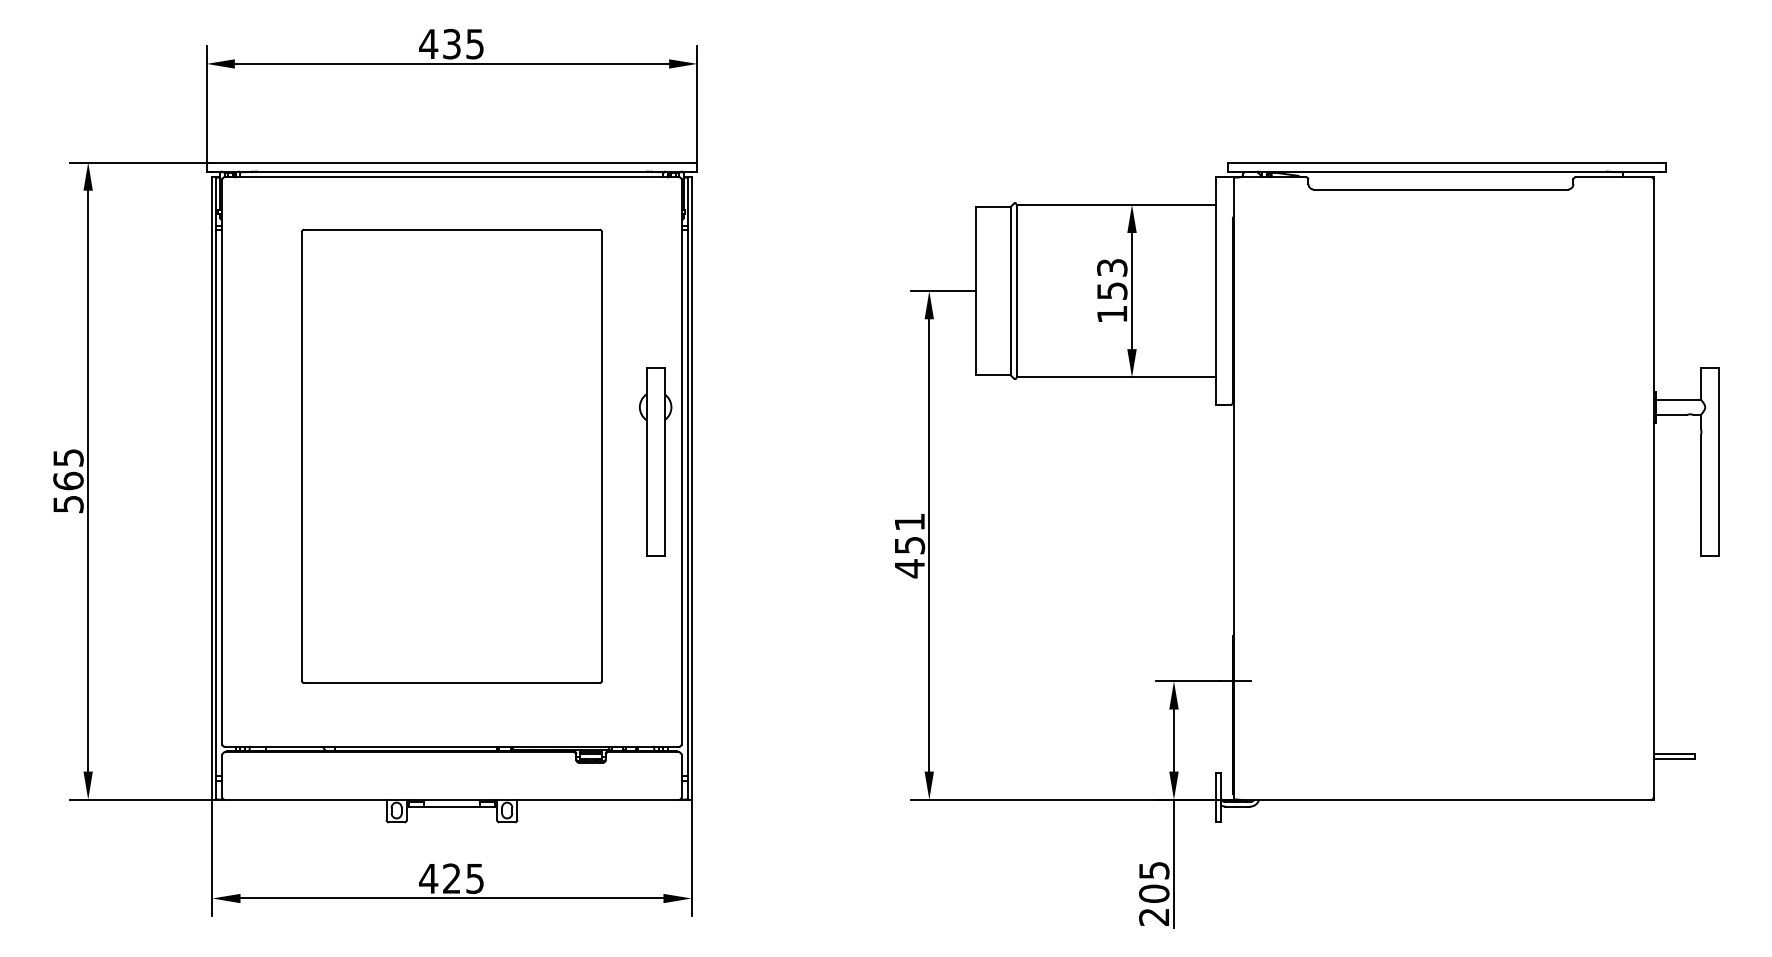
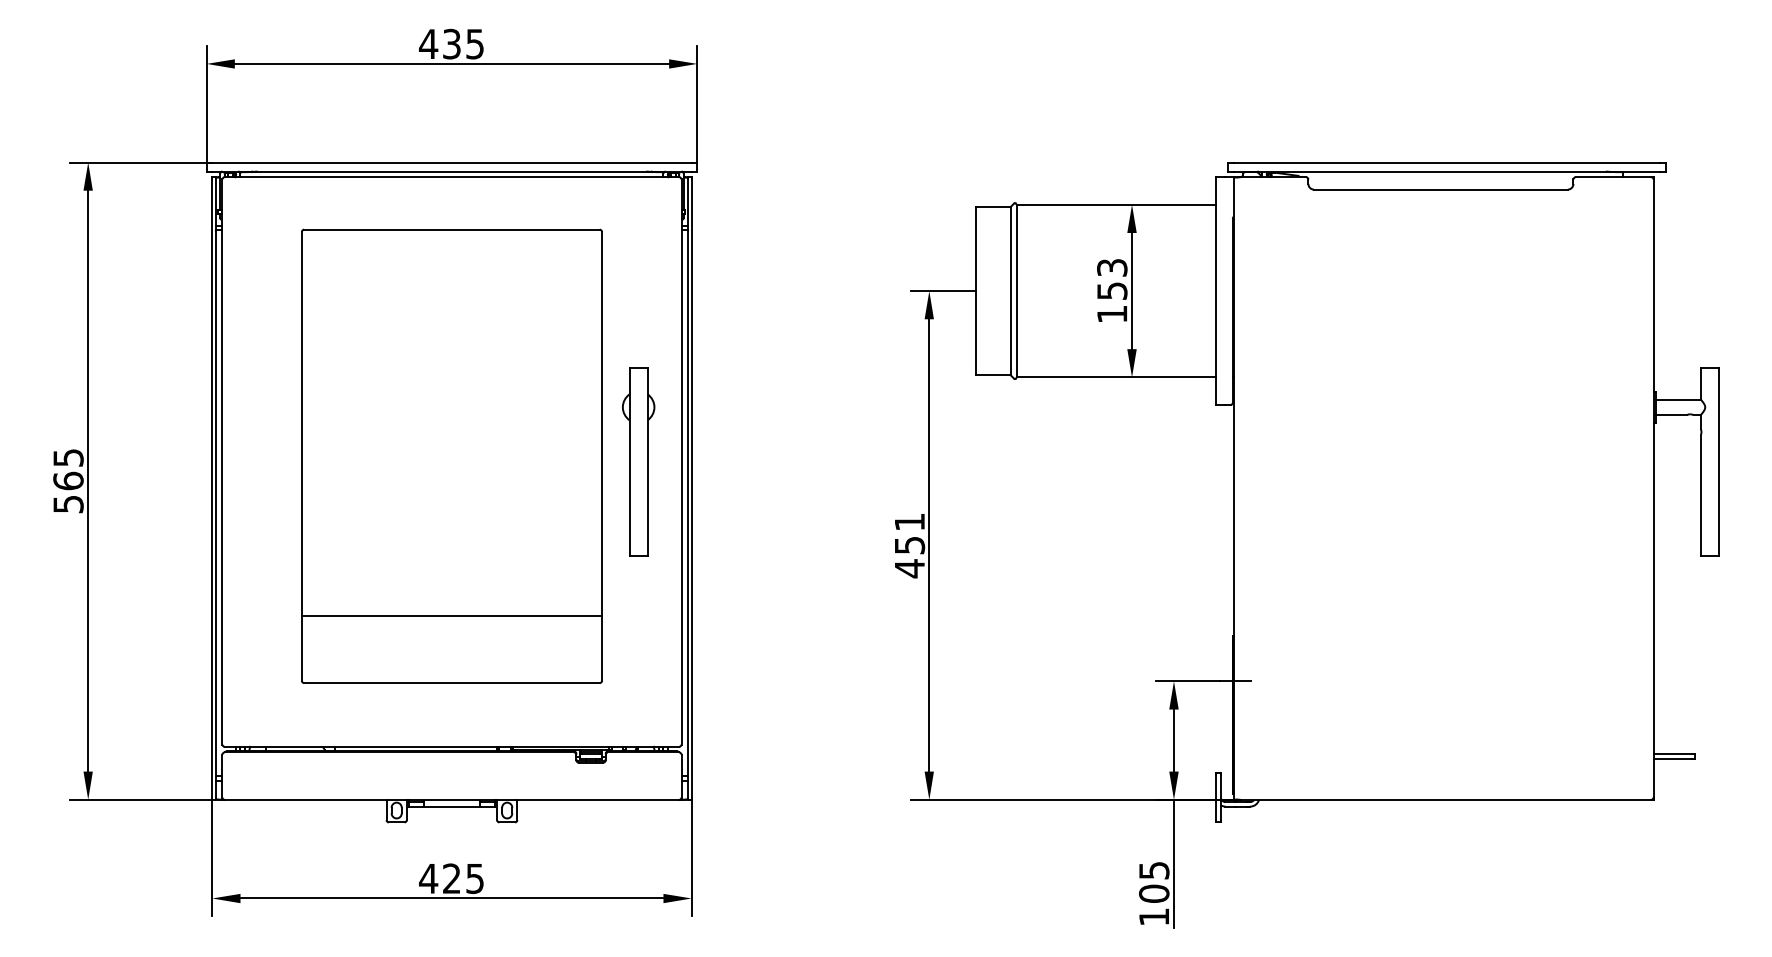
part at (655, 461) position: (655, 461) -> (638, 461)
line at (451, 615): none -> present
text at (1153, 916): 205 -> 105
